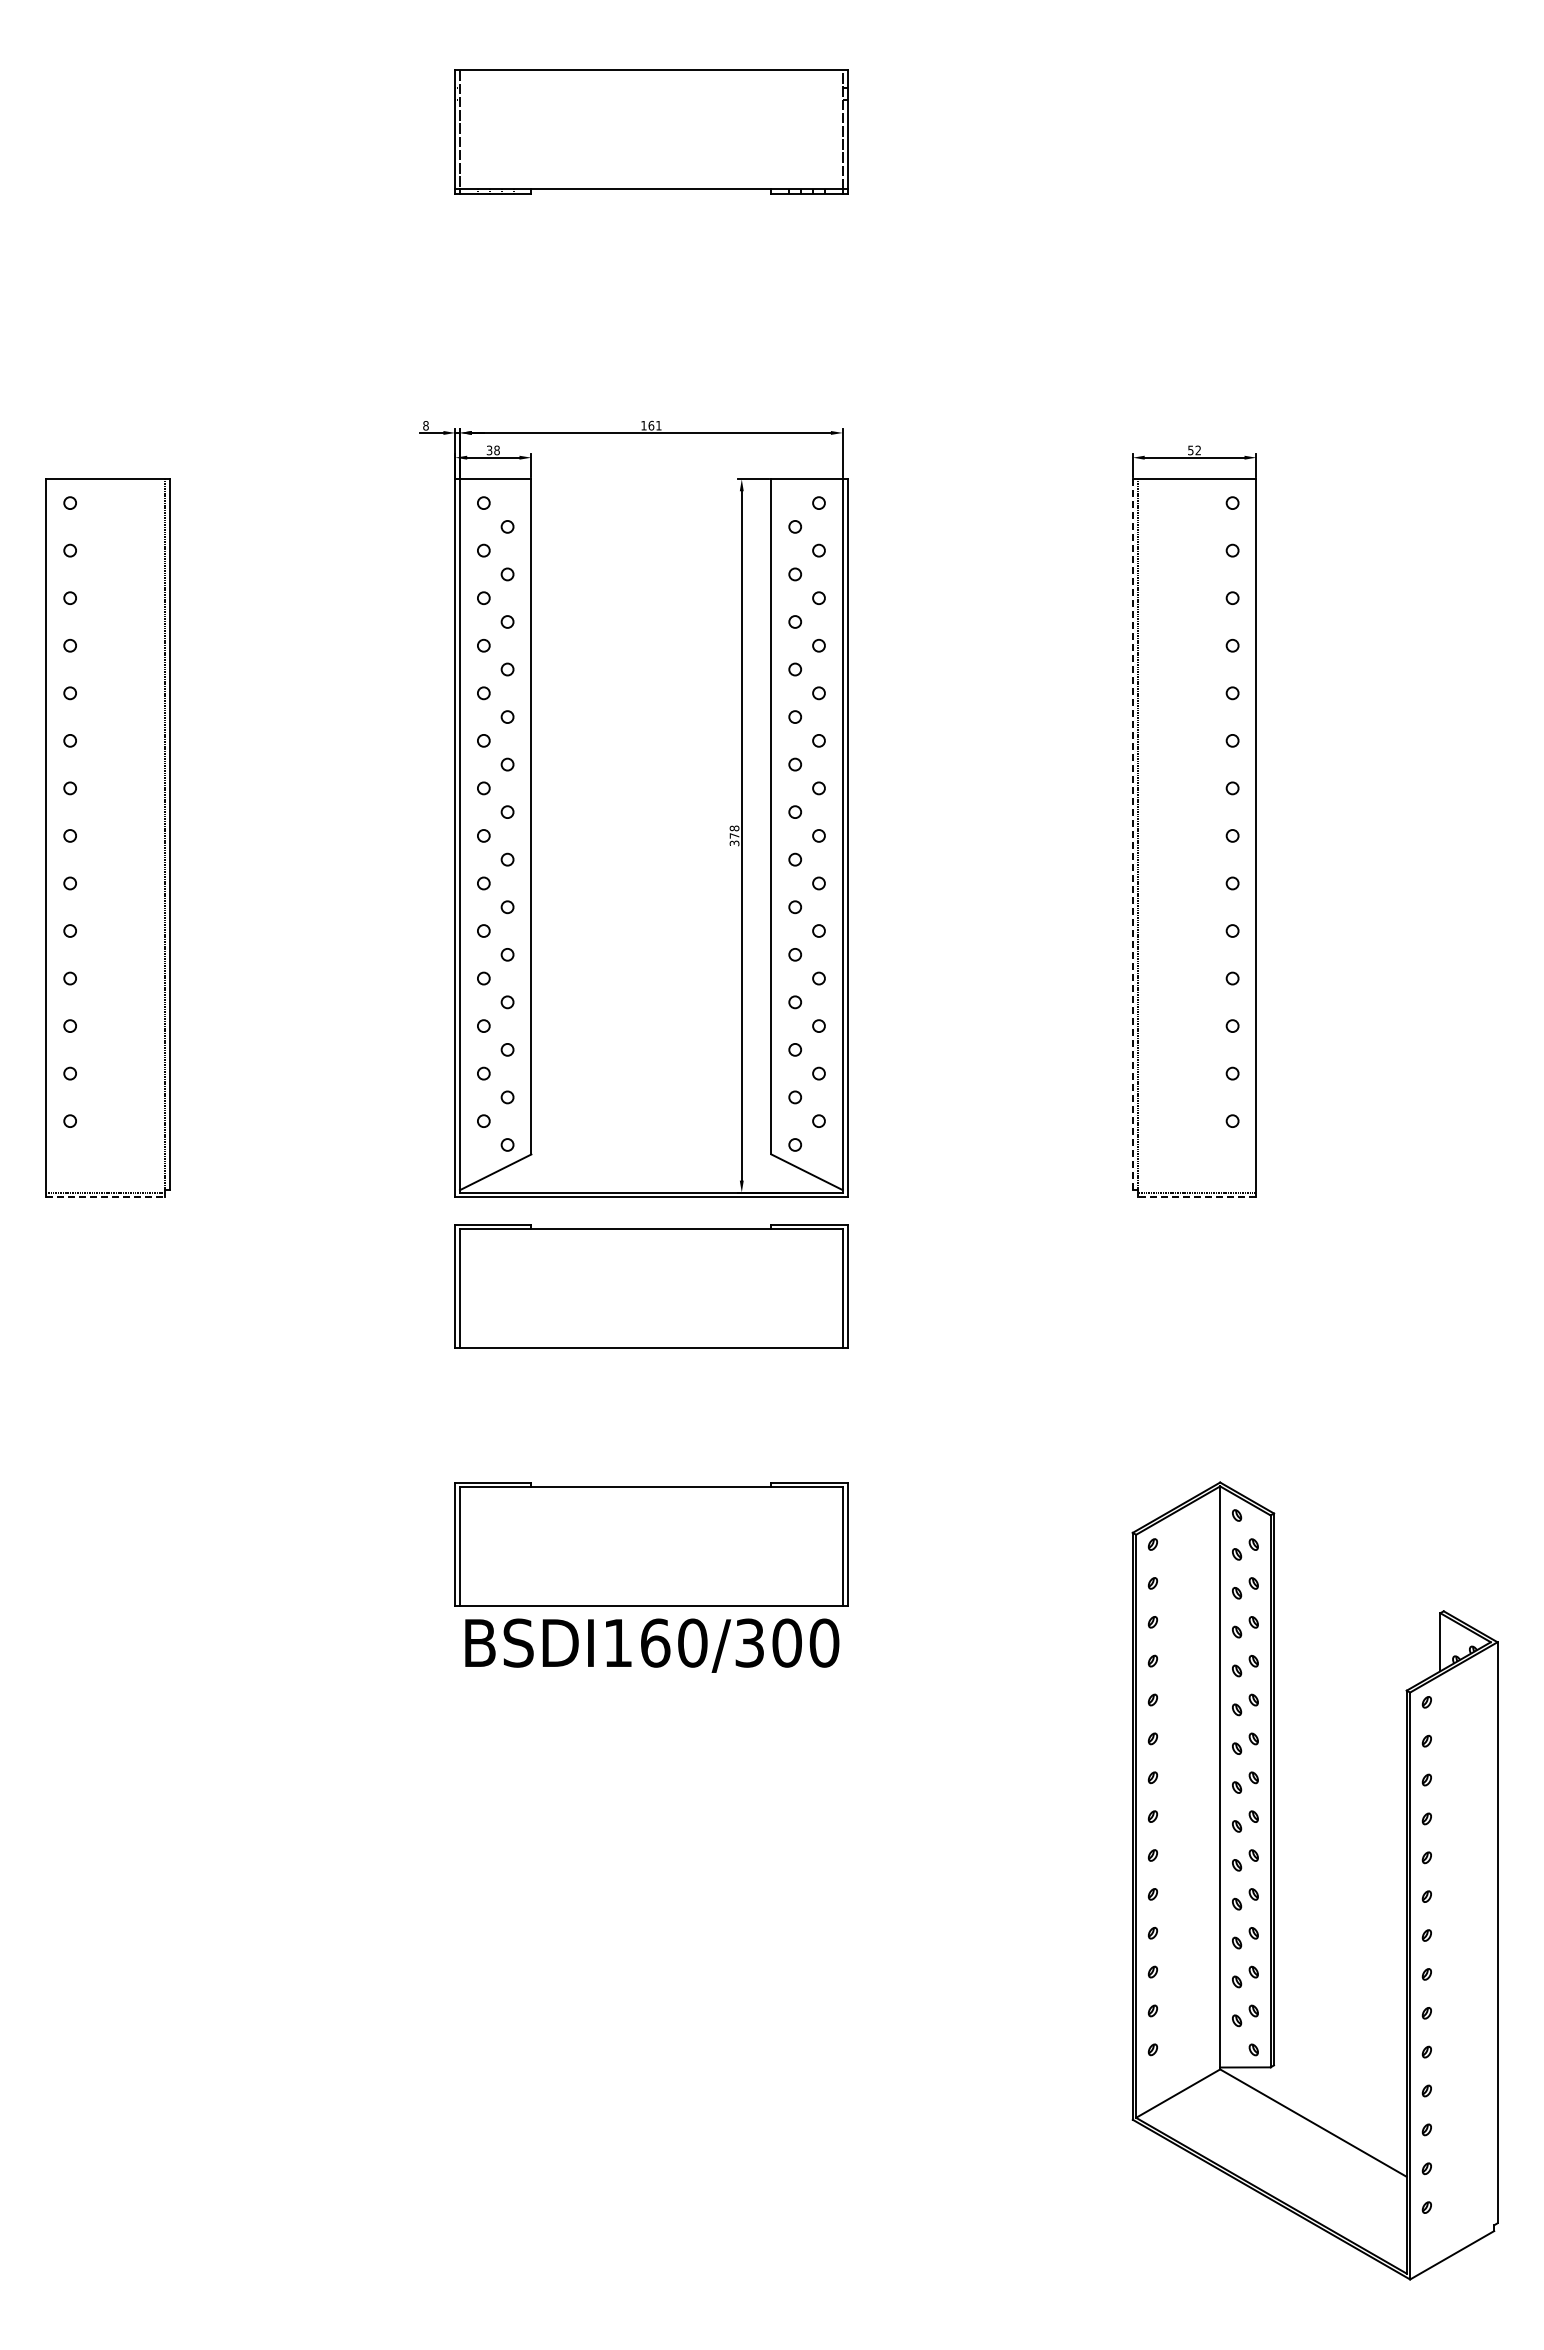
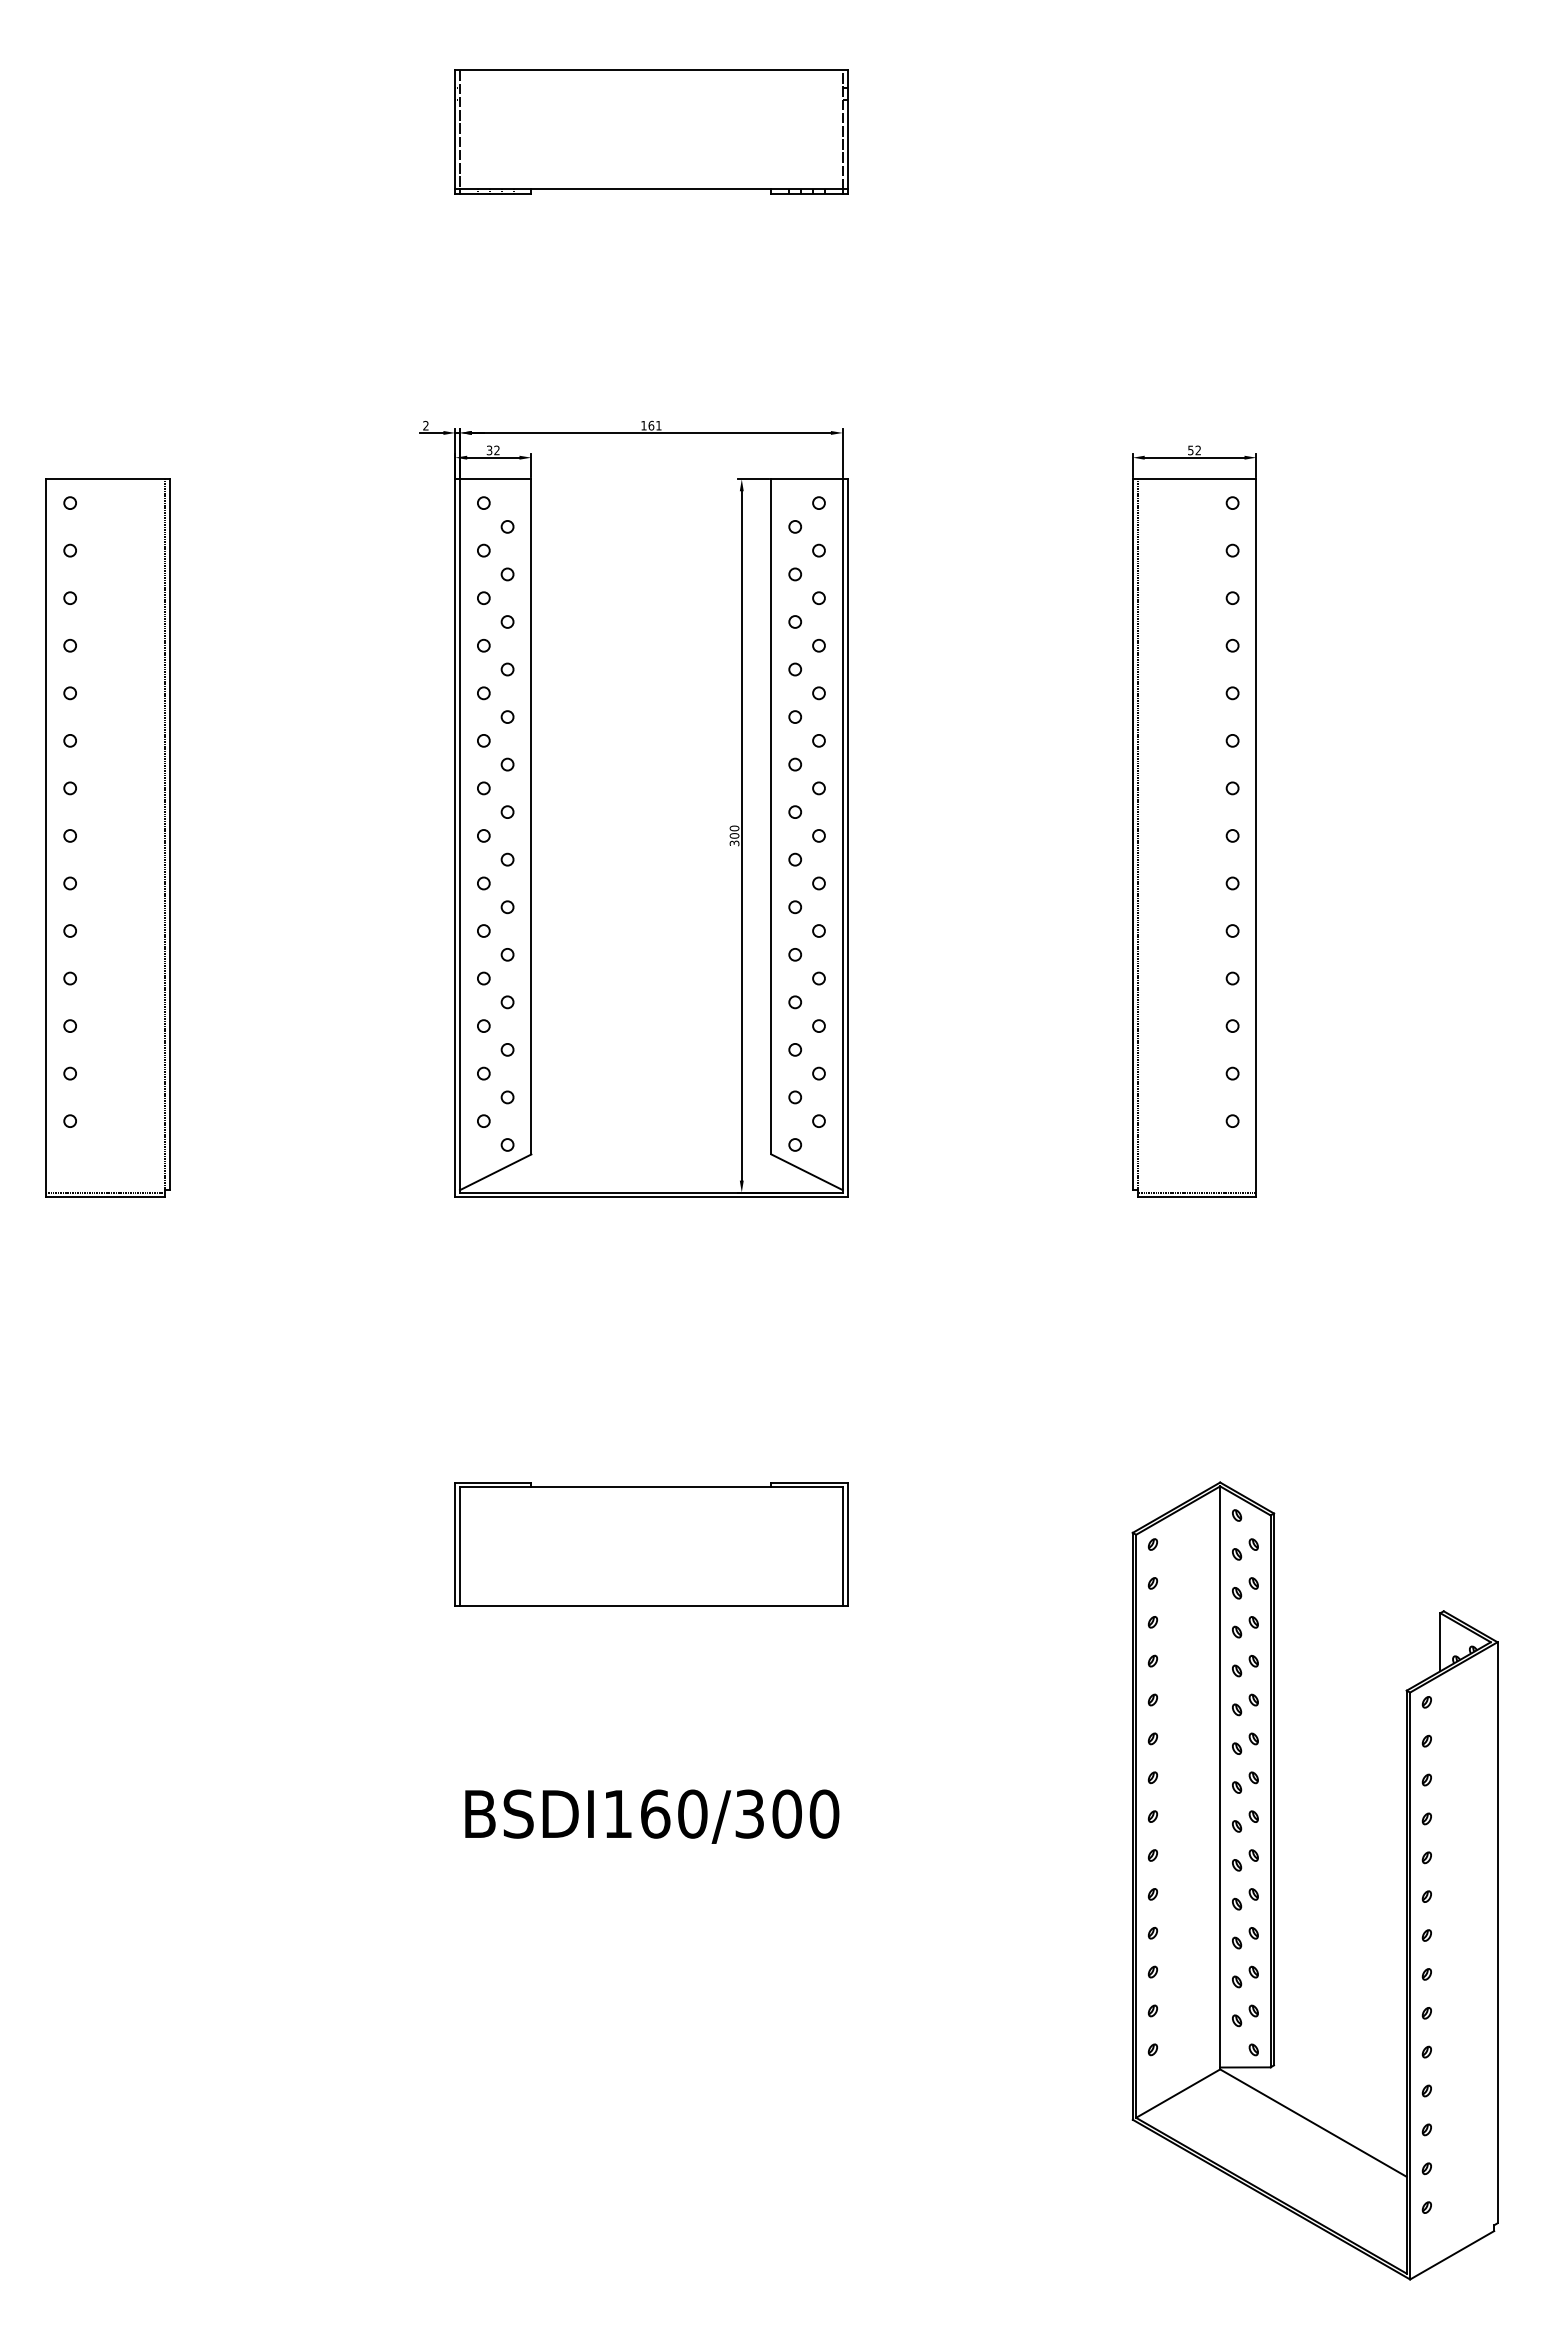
text at (425, 425): 8 -> 2
text at (496, 450): 38 -> 32
text at (734, 831): 378 -> 300
line at (1132, 835): dashed -> solid
line at (106, 1197): dashed -> solid
line at (1196, 1197): dashed -> solid
part at (651, 1286): present -> none
text at (652, 1645) position: (652, 1645) -> (652, 1816)
